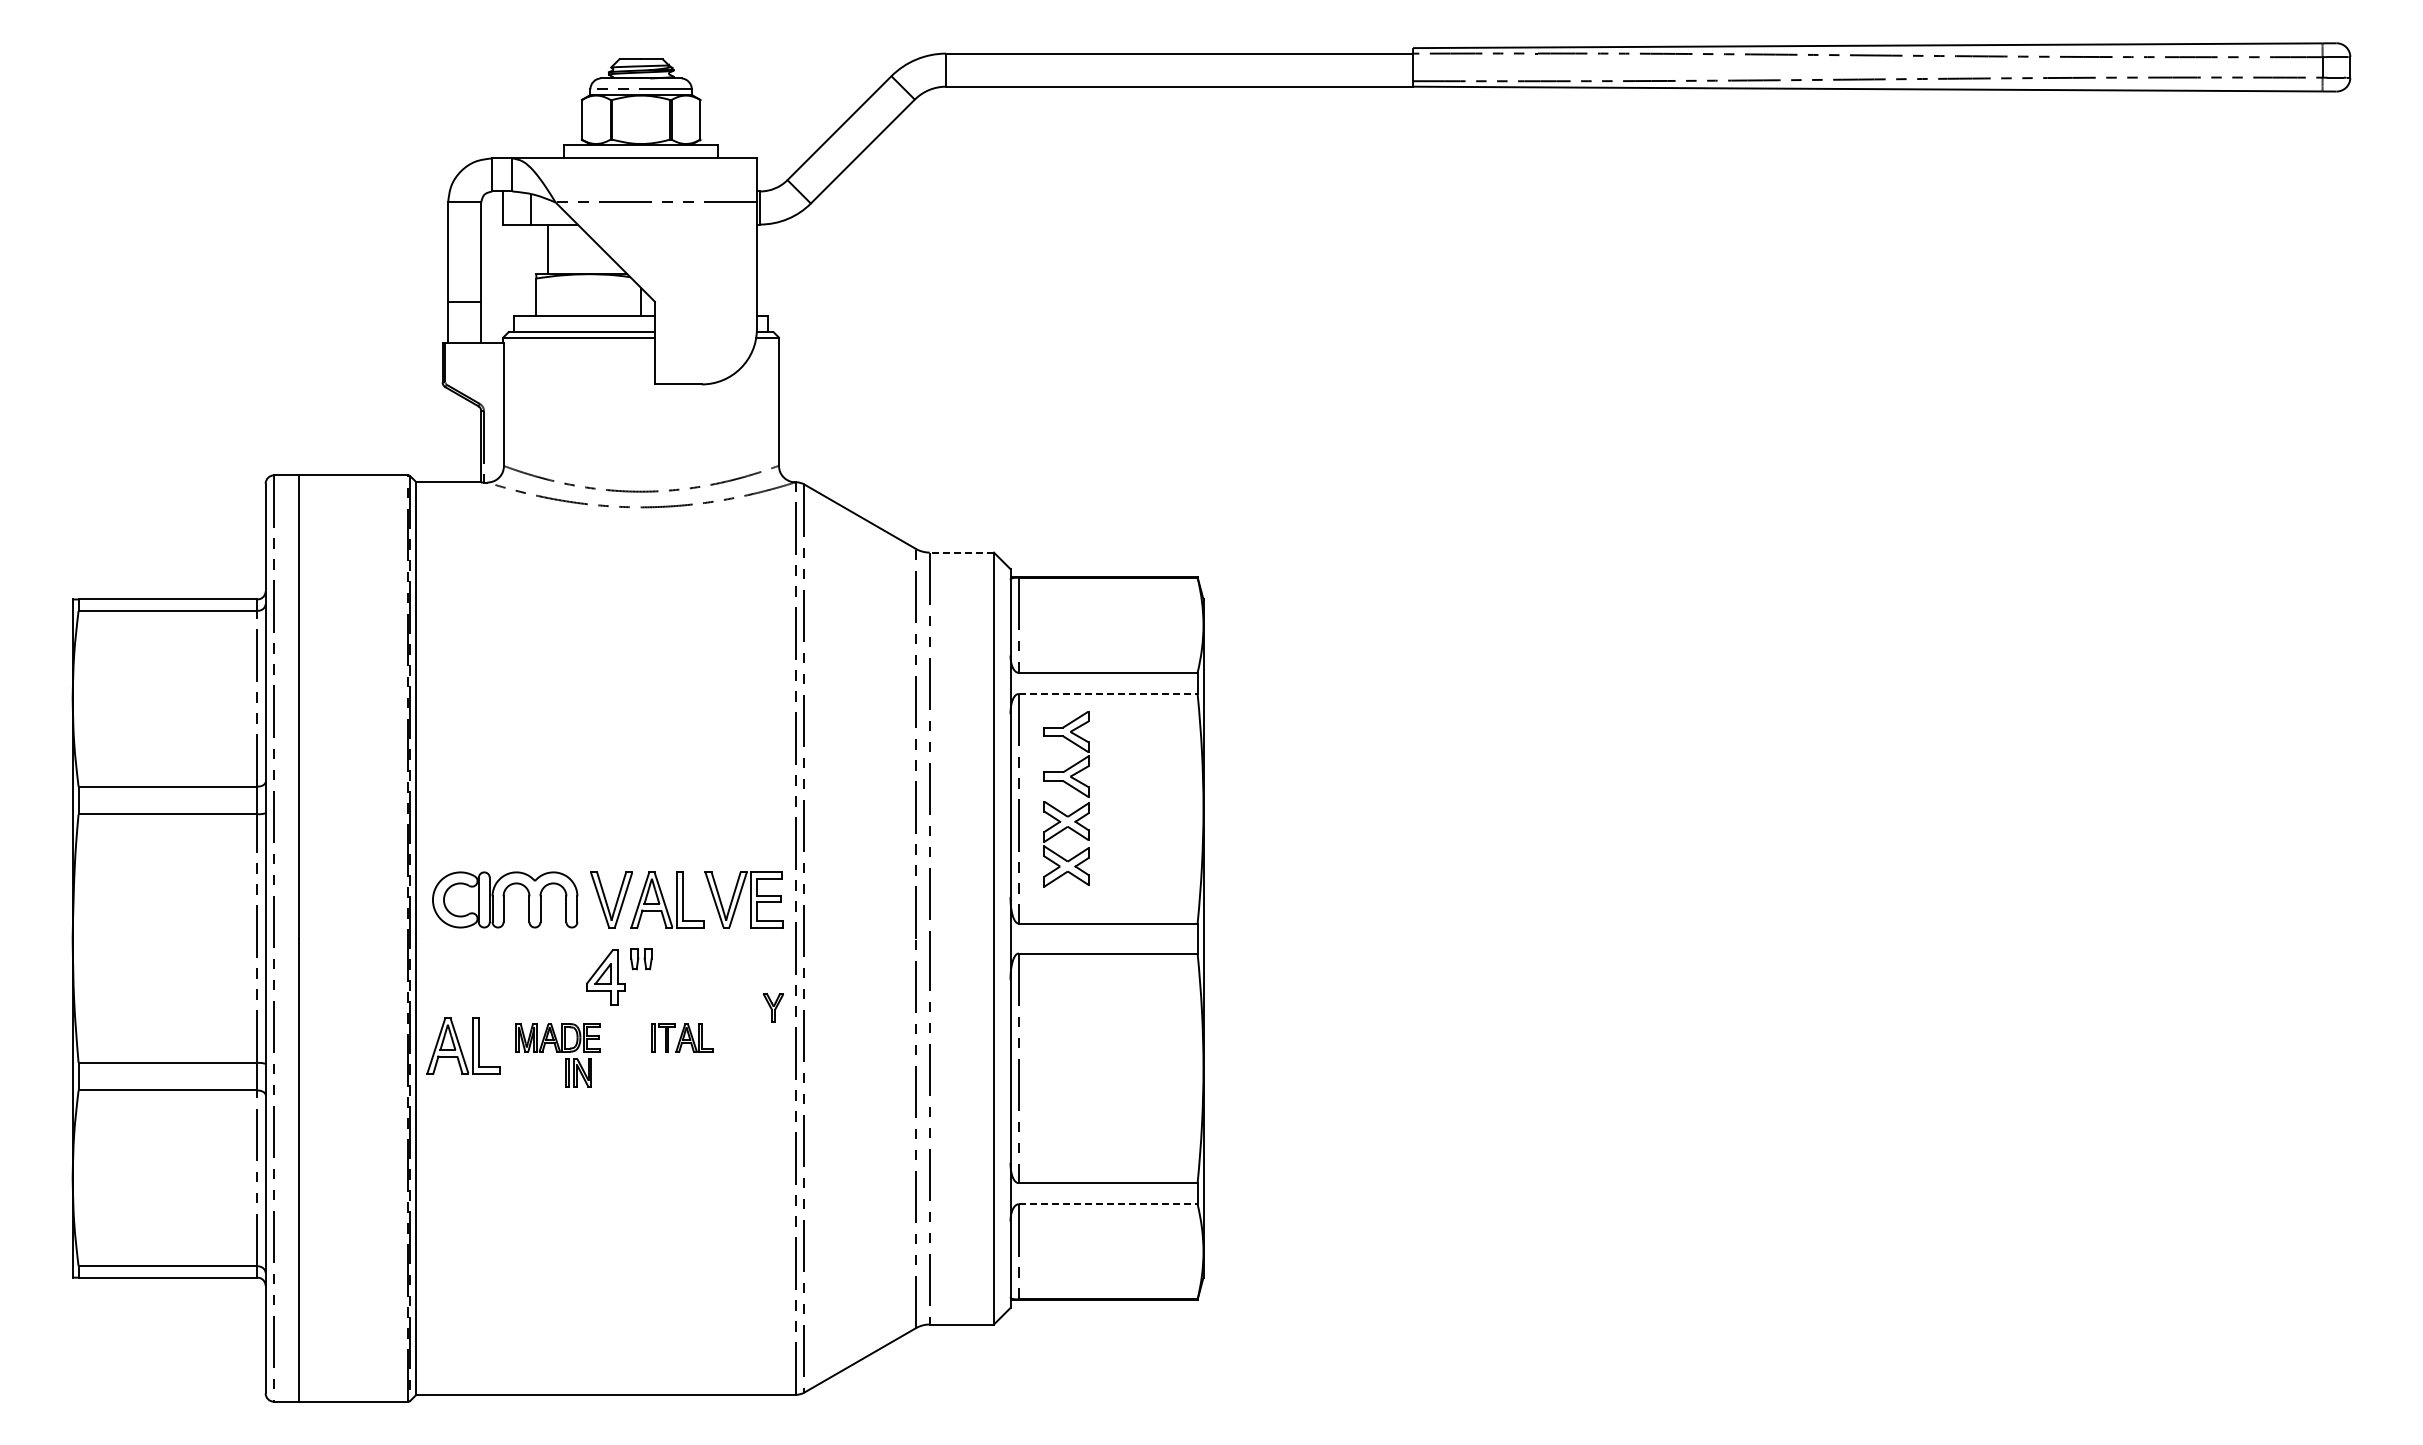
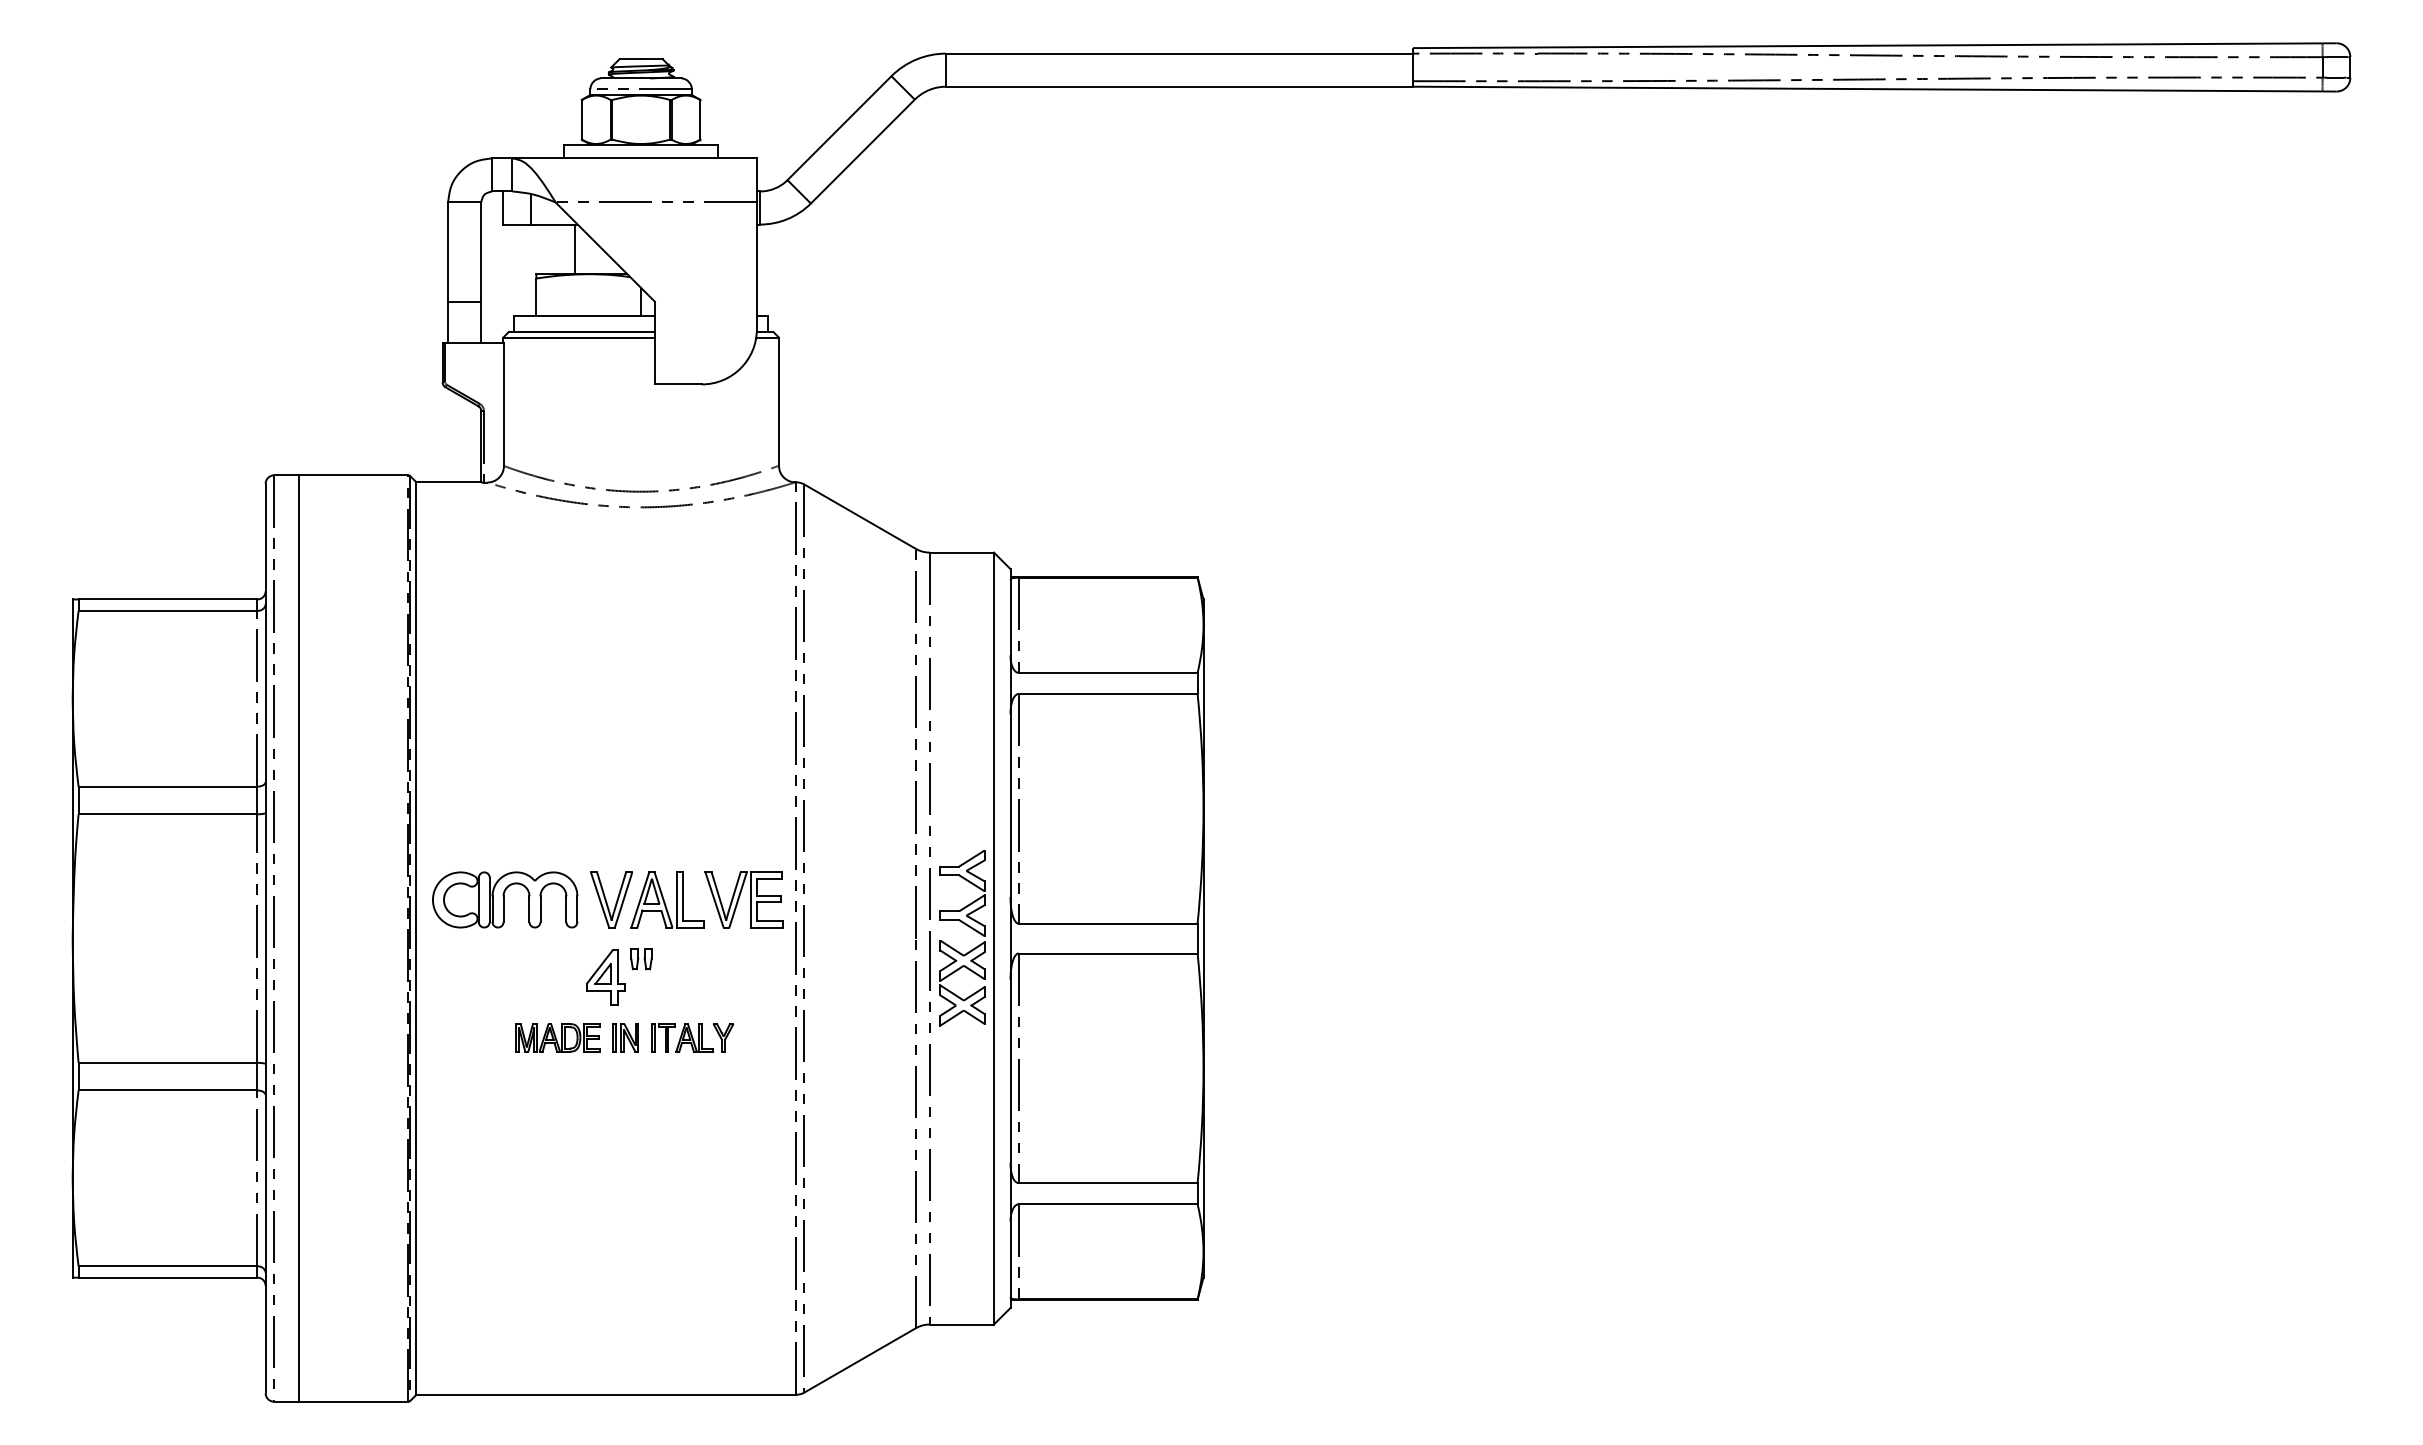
line at (547, 249) position: (547, 249) -> (574, 249)
line at (961, 552): dashed -> solid
line at (1108, 693): dashed -> solid
part at (1060, 810) position: (1060, 810) -> (956, 949)
part at (773, 1007) position: (773, 1007) -> (723, 1037)
part at (463, 1045): present -> none
part at (578, 1072) position: (578, 1072) -> (625, 1037)
line at (1108, 1204): dashed -> solid
